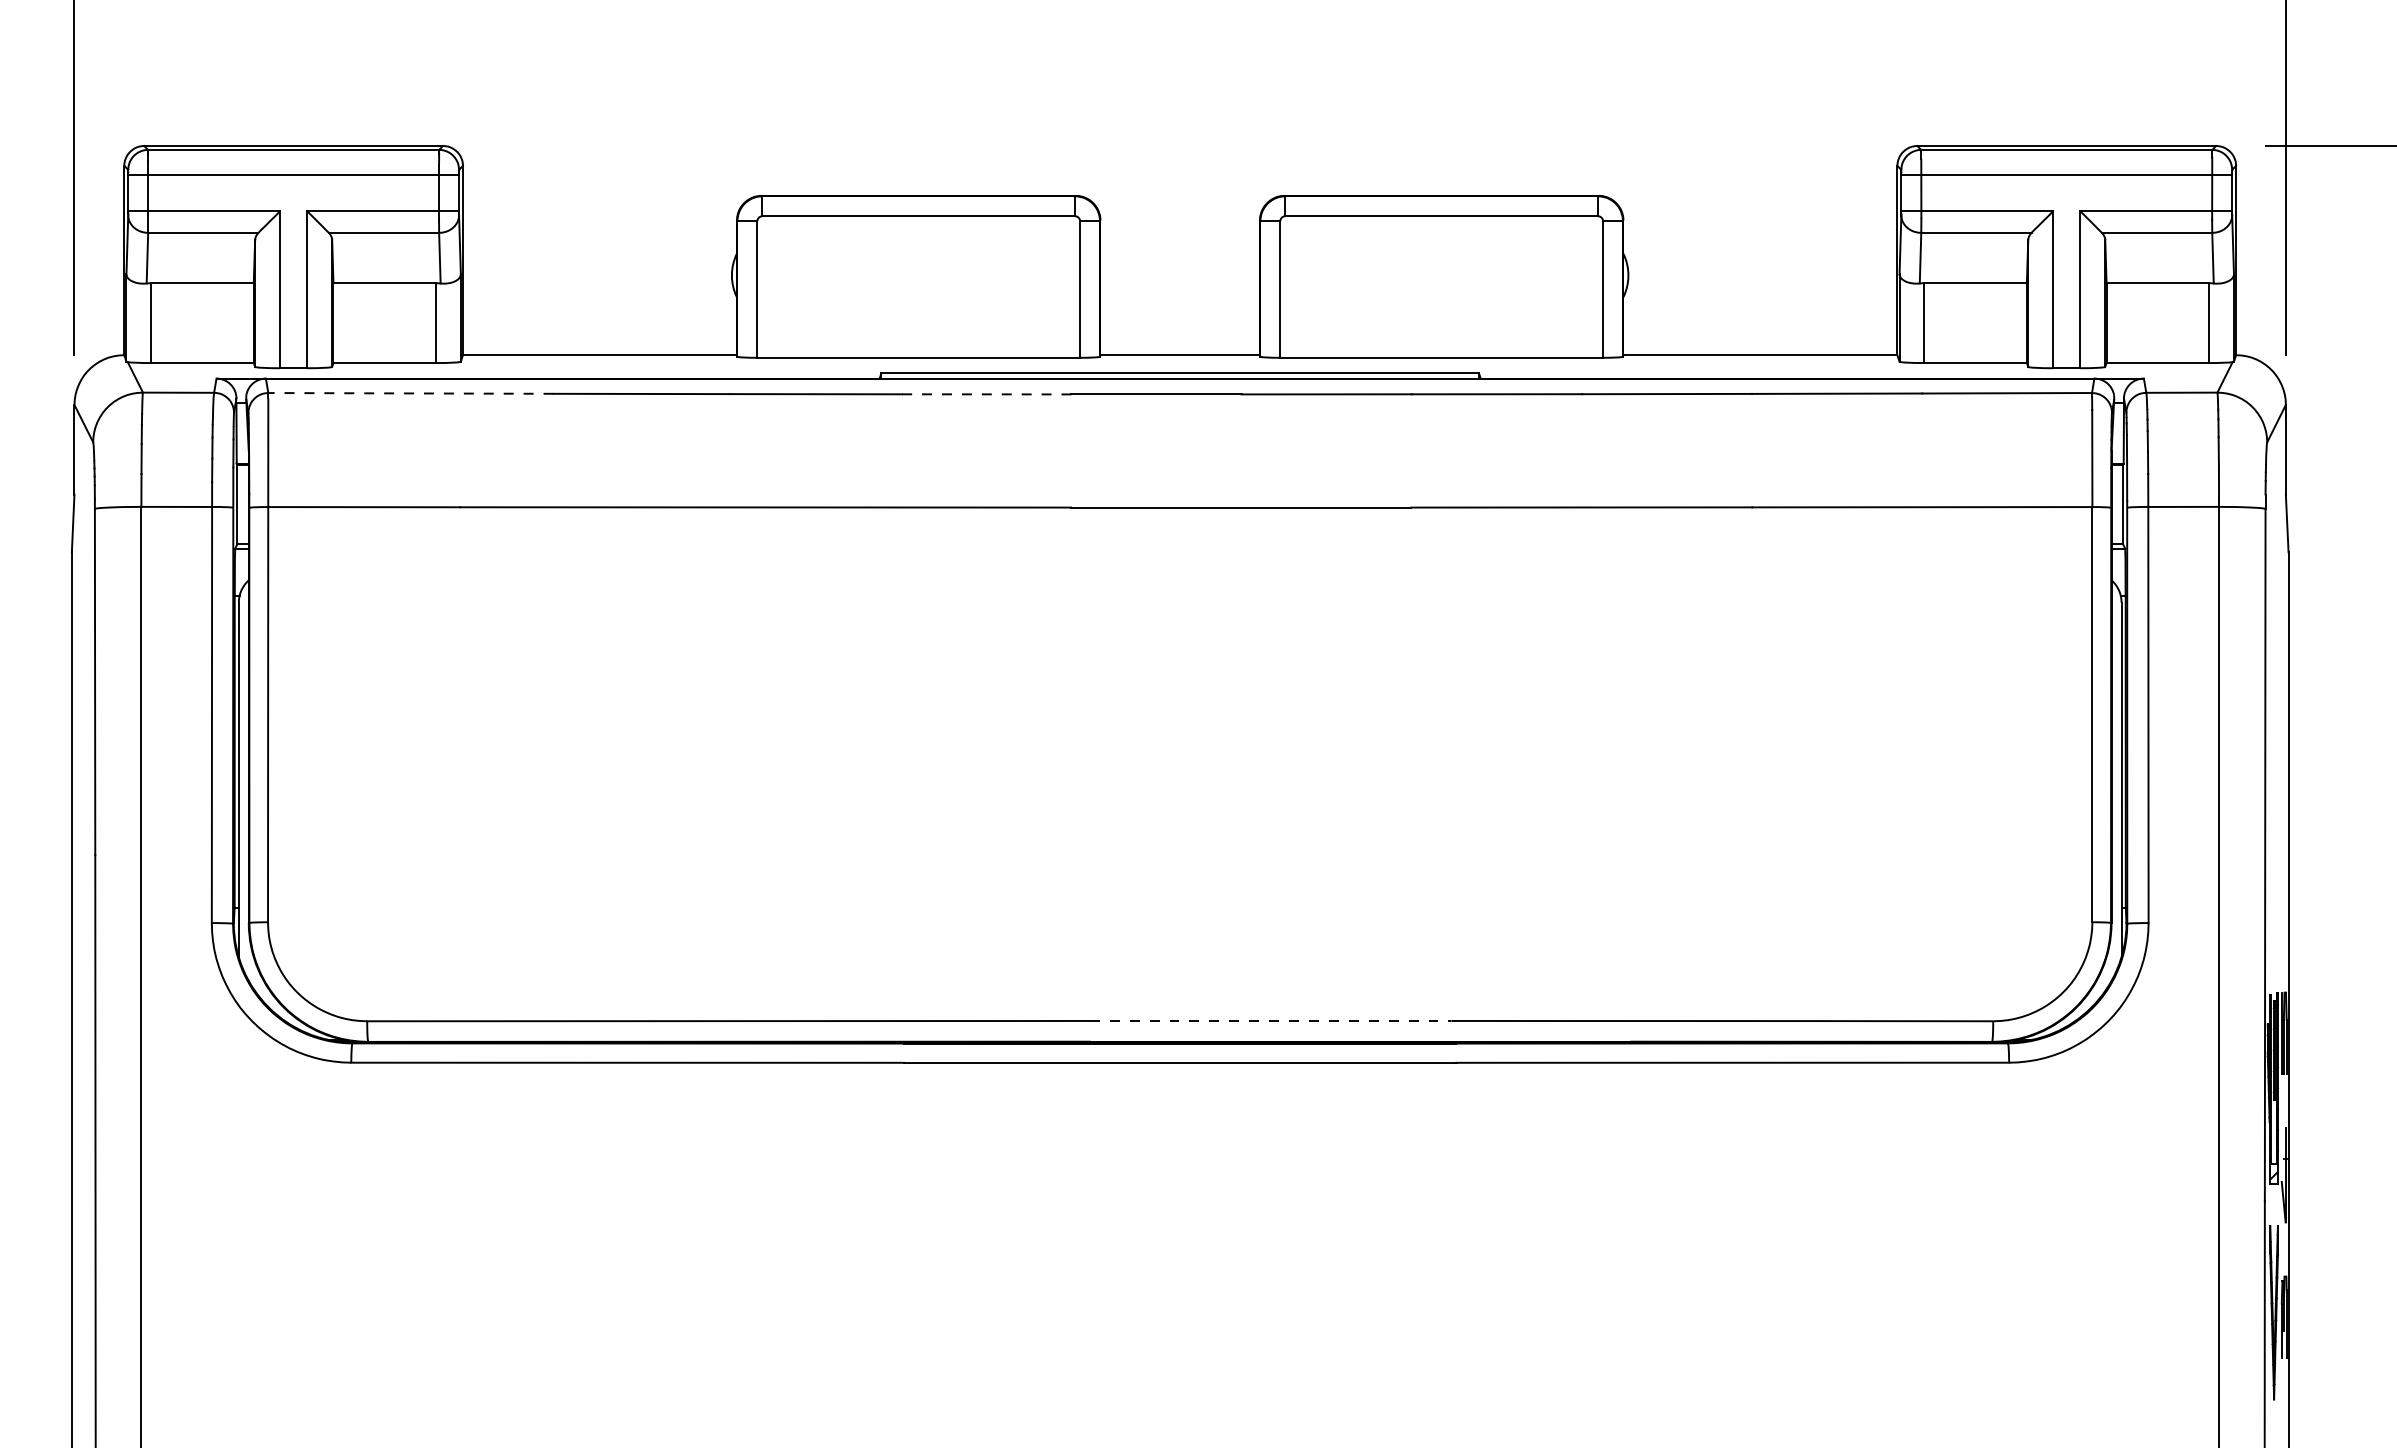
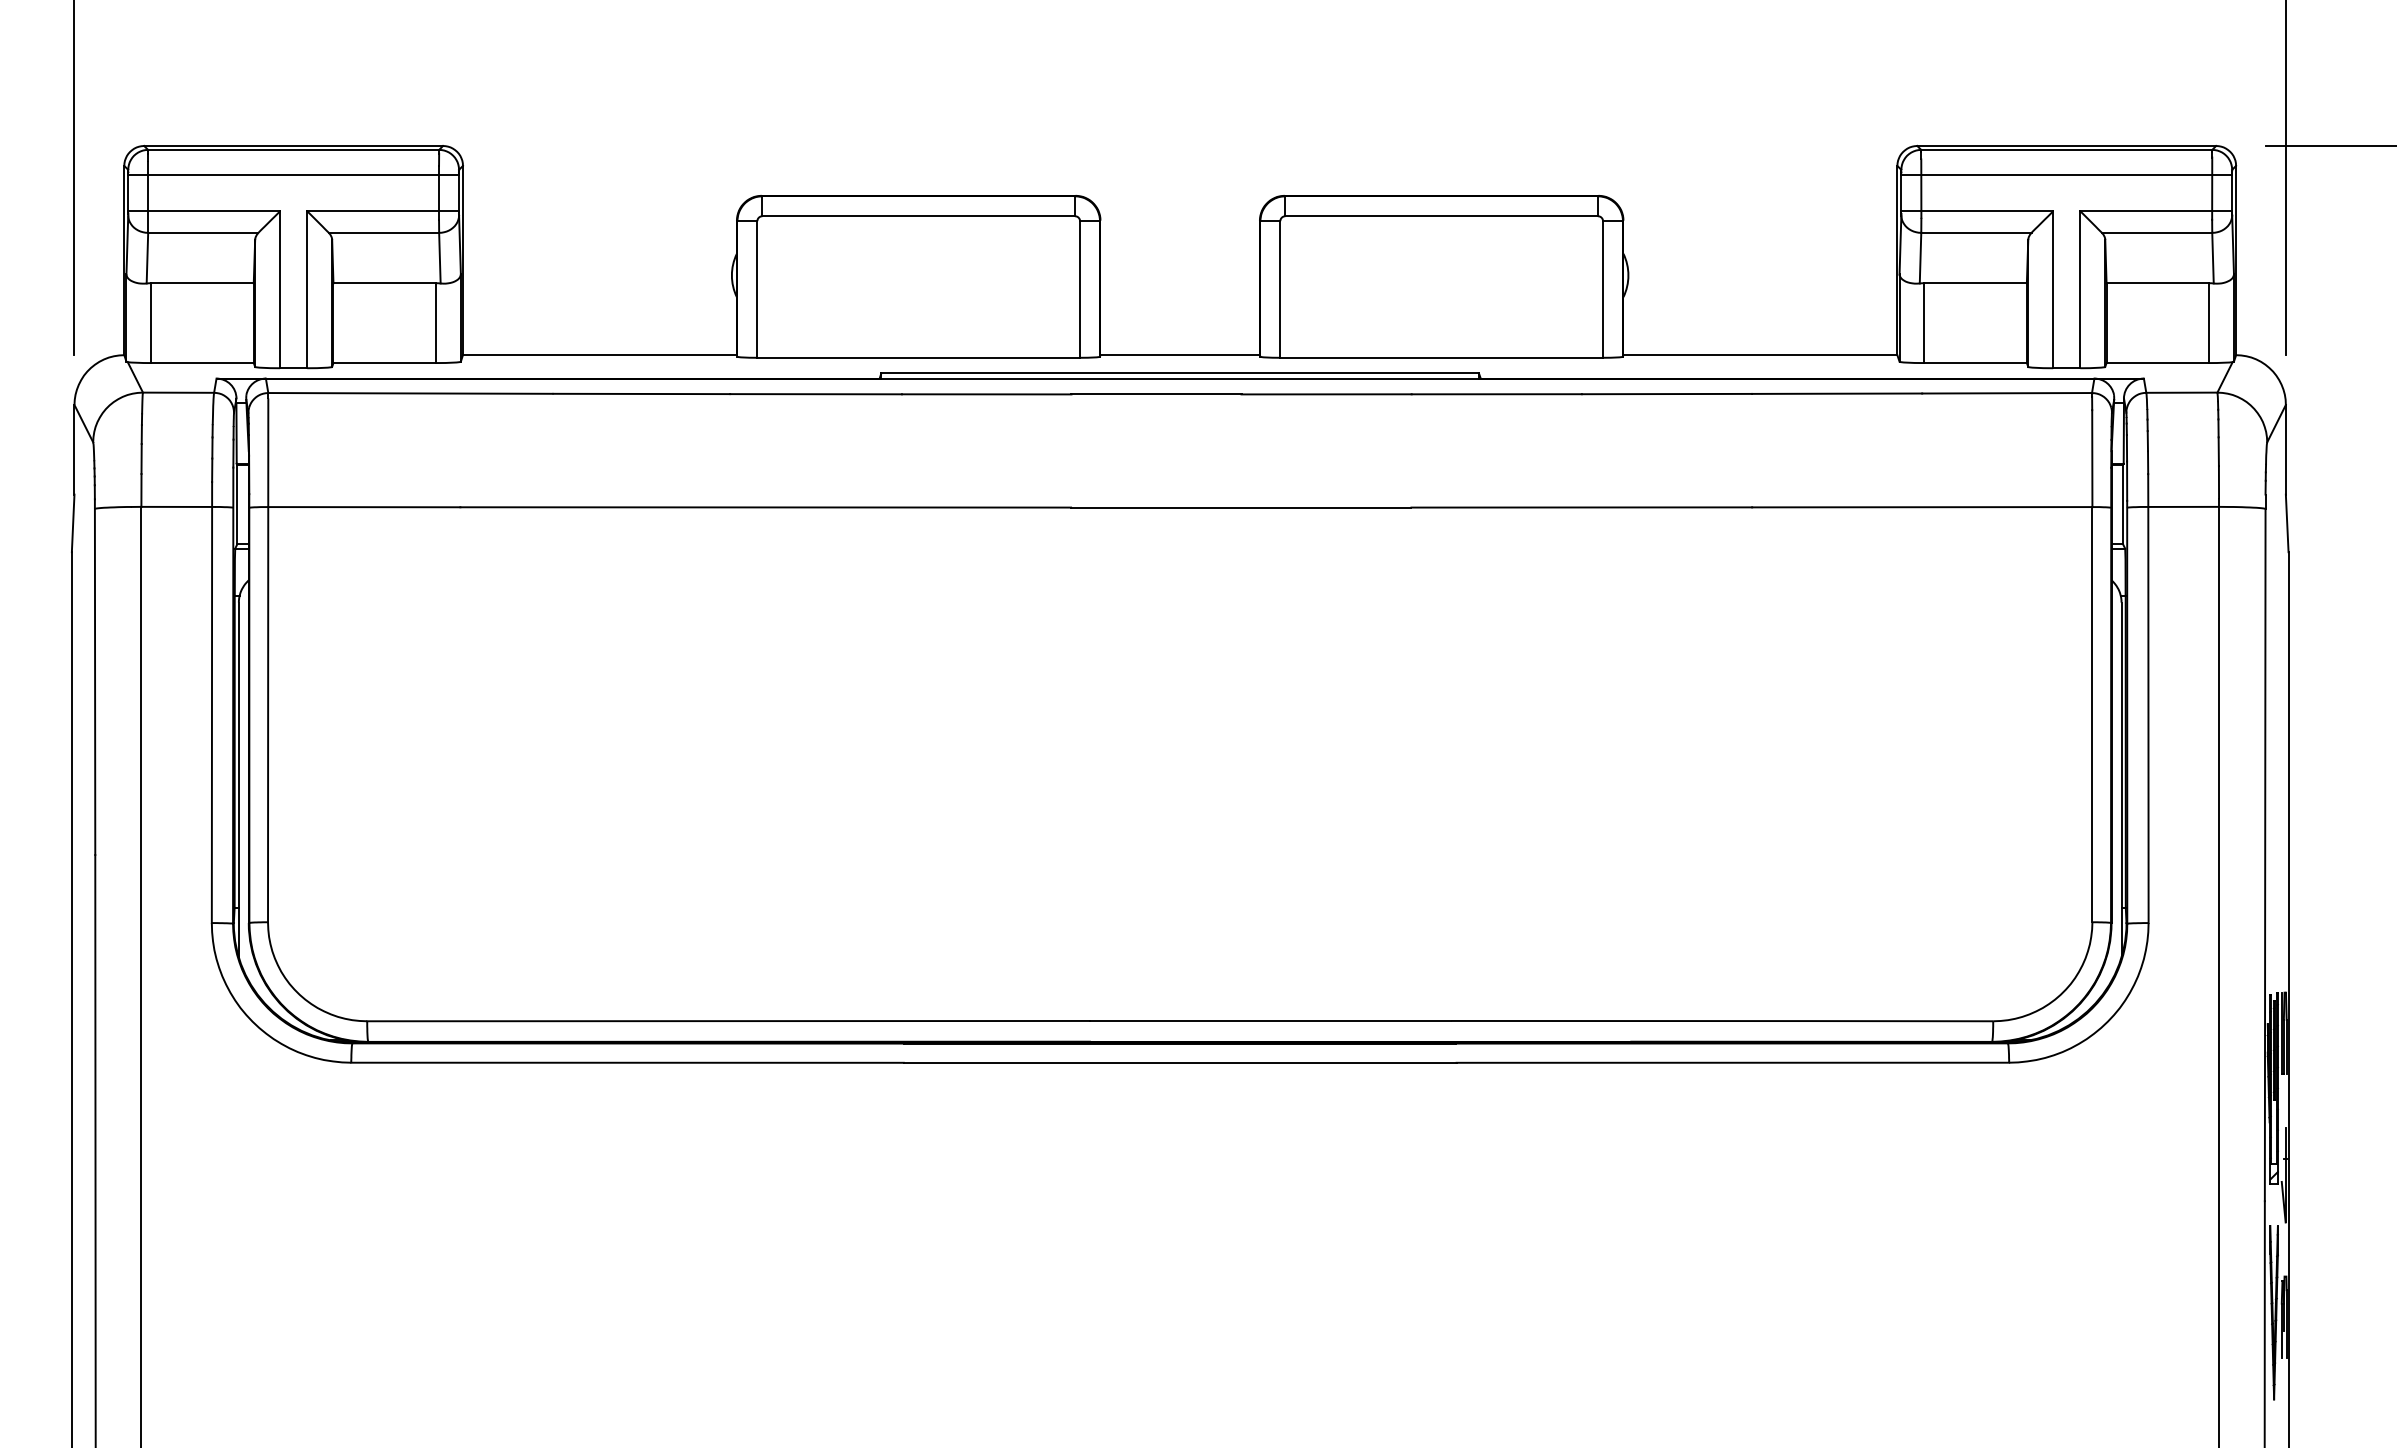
line at (409, 393): dashed -> solid
line at (986, 394): dashed -> solid
line at (1270, 1020): dashed -> solid
